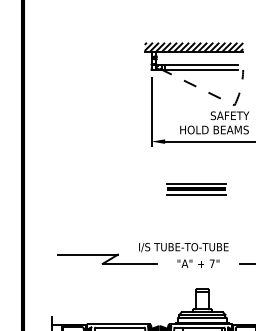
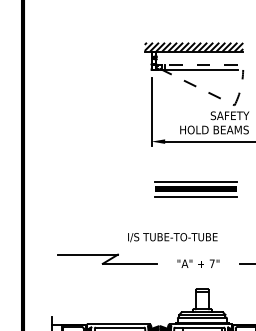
line at (200, 65): solid -> dashed
part at (196, 189) size: 61x13 px -> 84x17 px
text at (183, 247) position: (183, 247) -> (172, 237)
